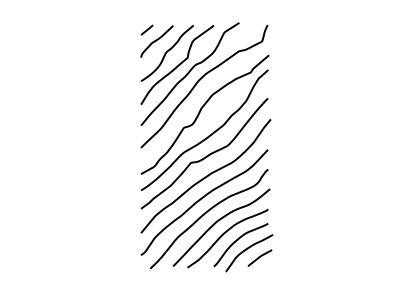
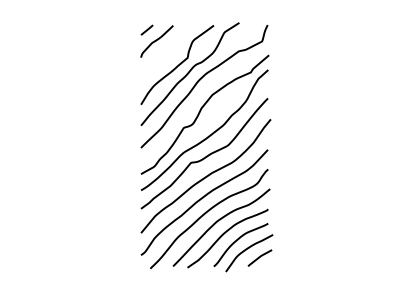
curve at (166, 53): present -> none
